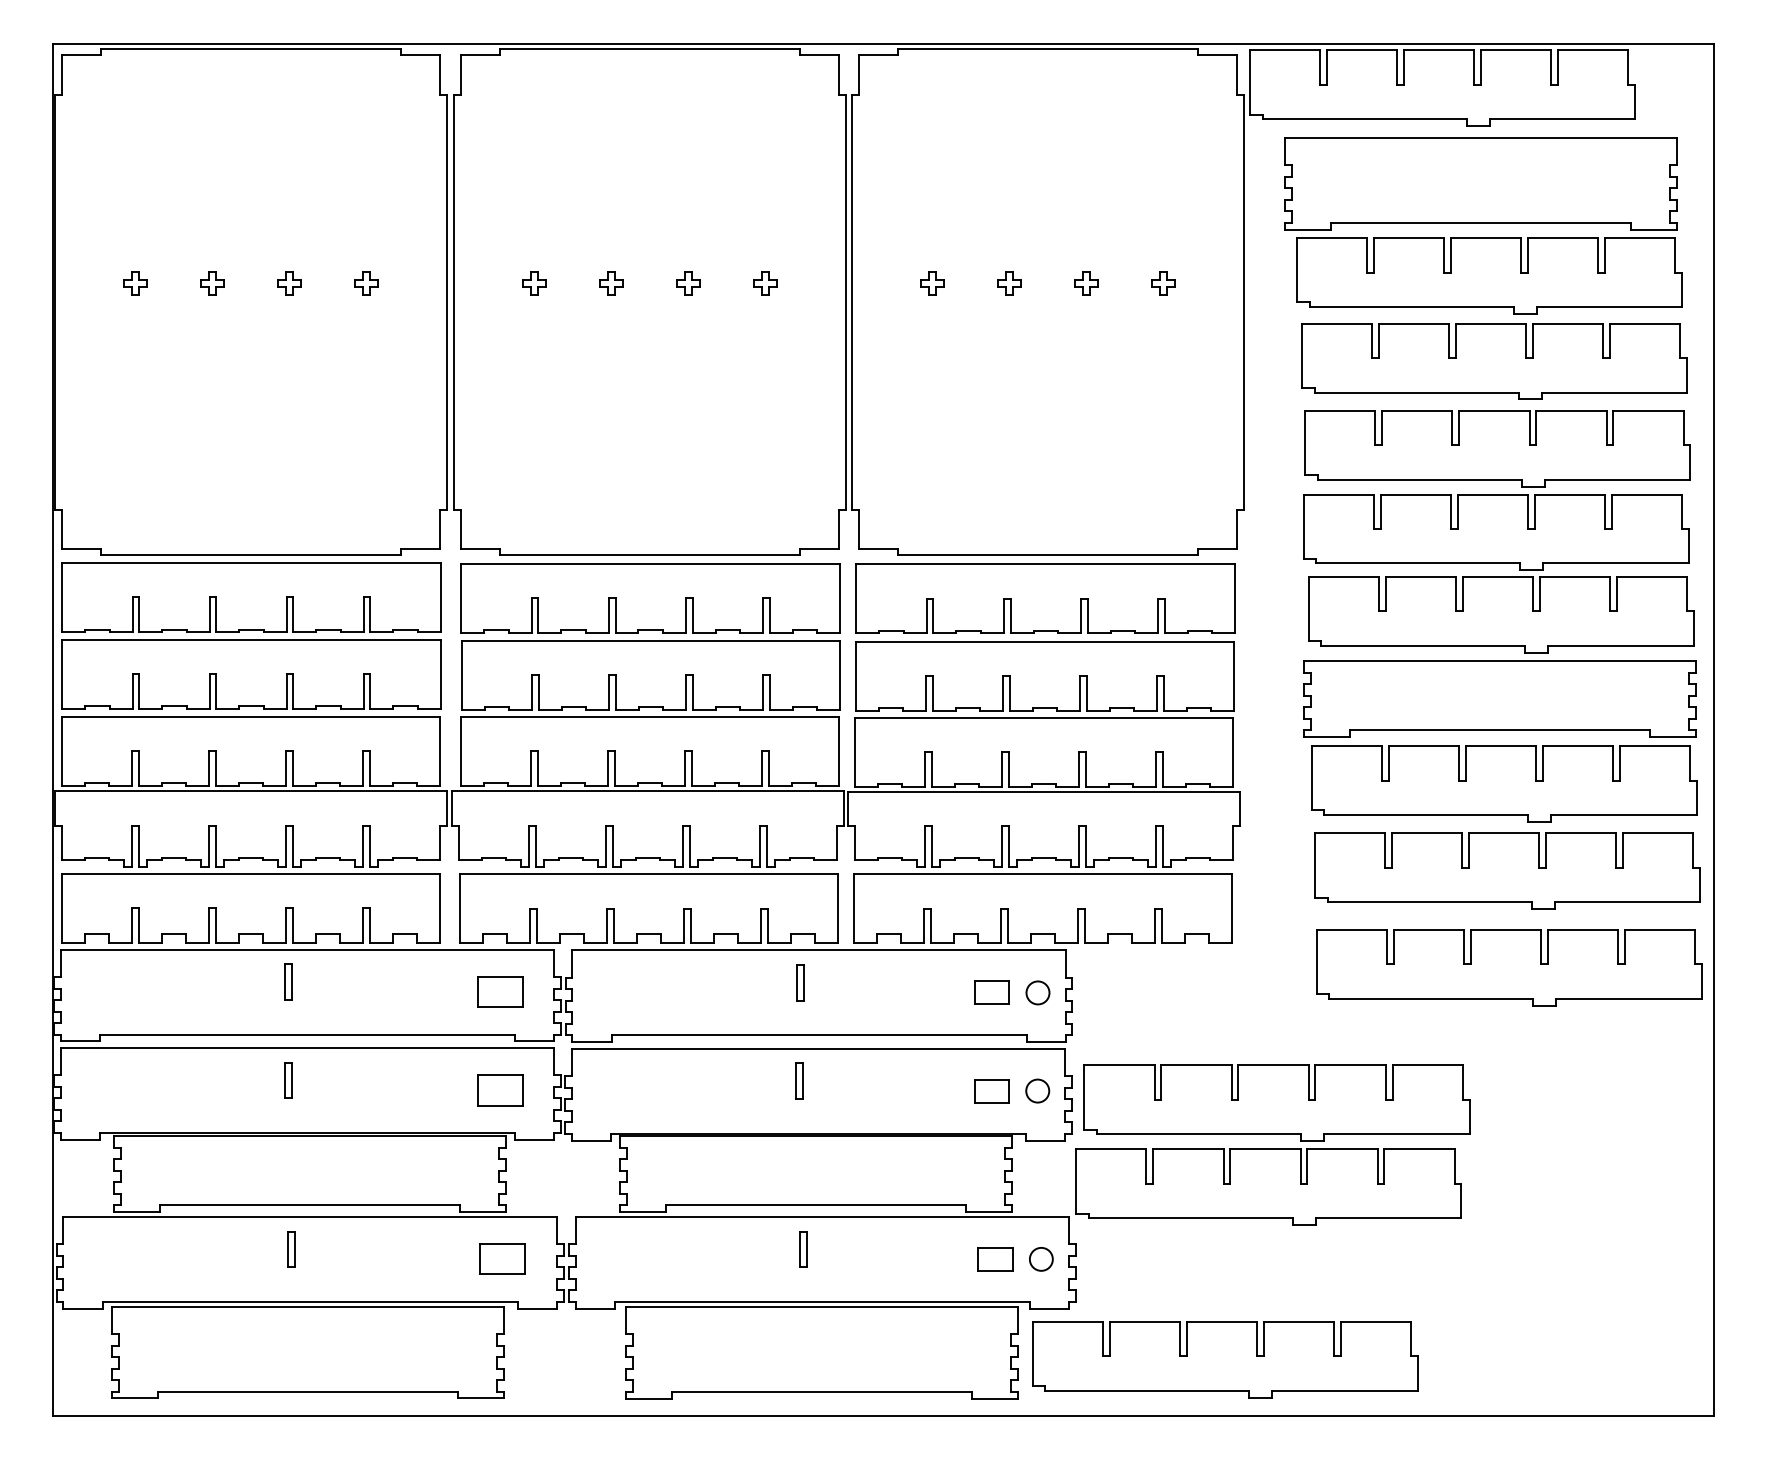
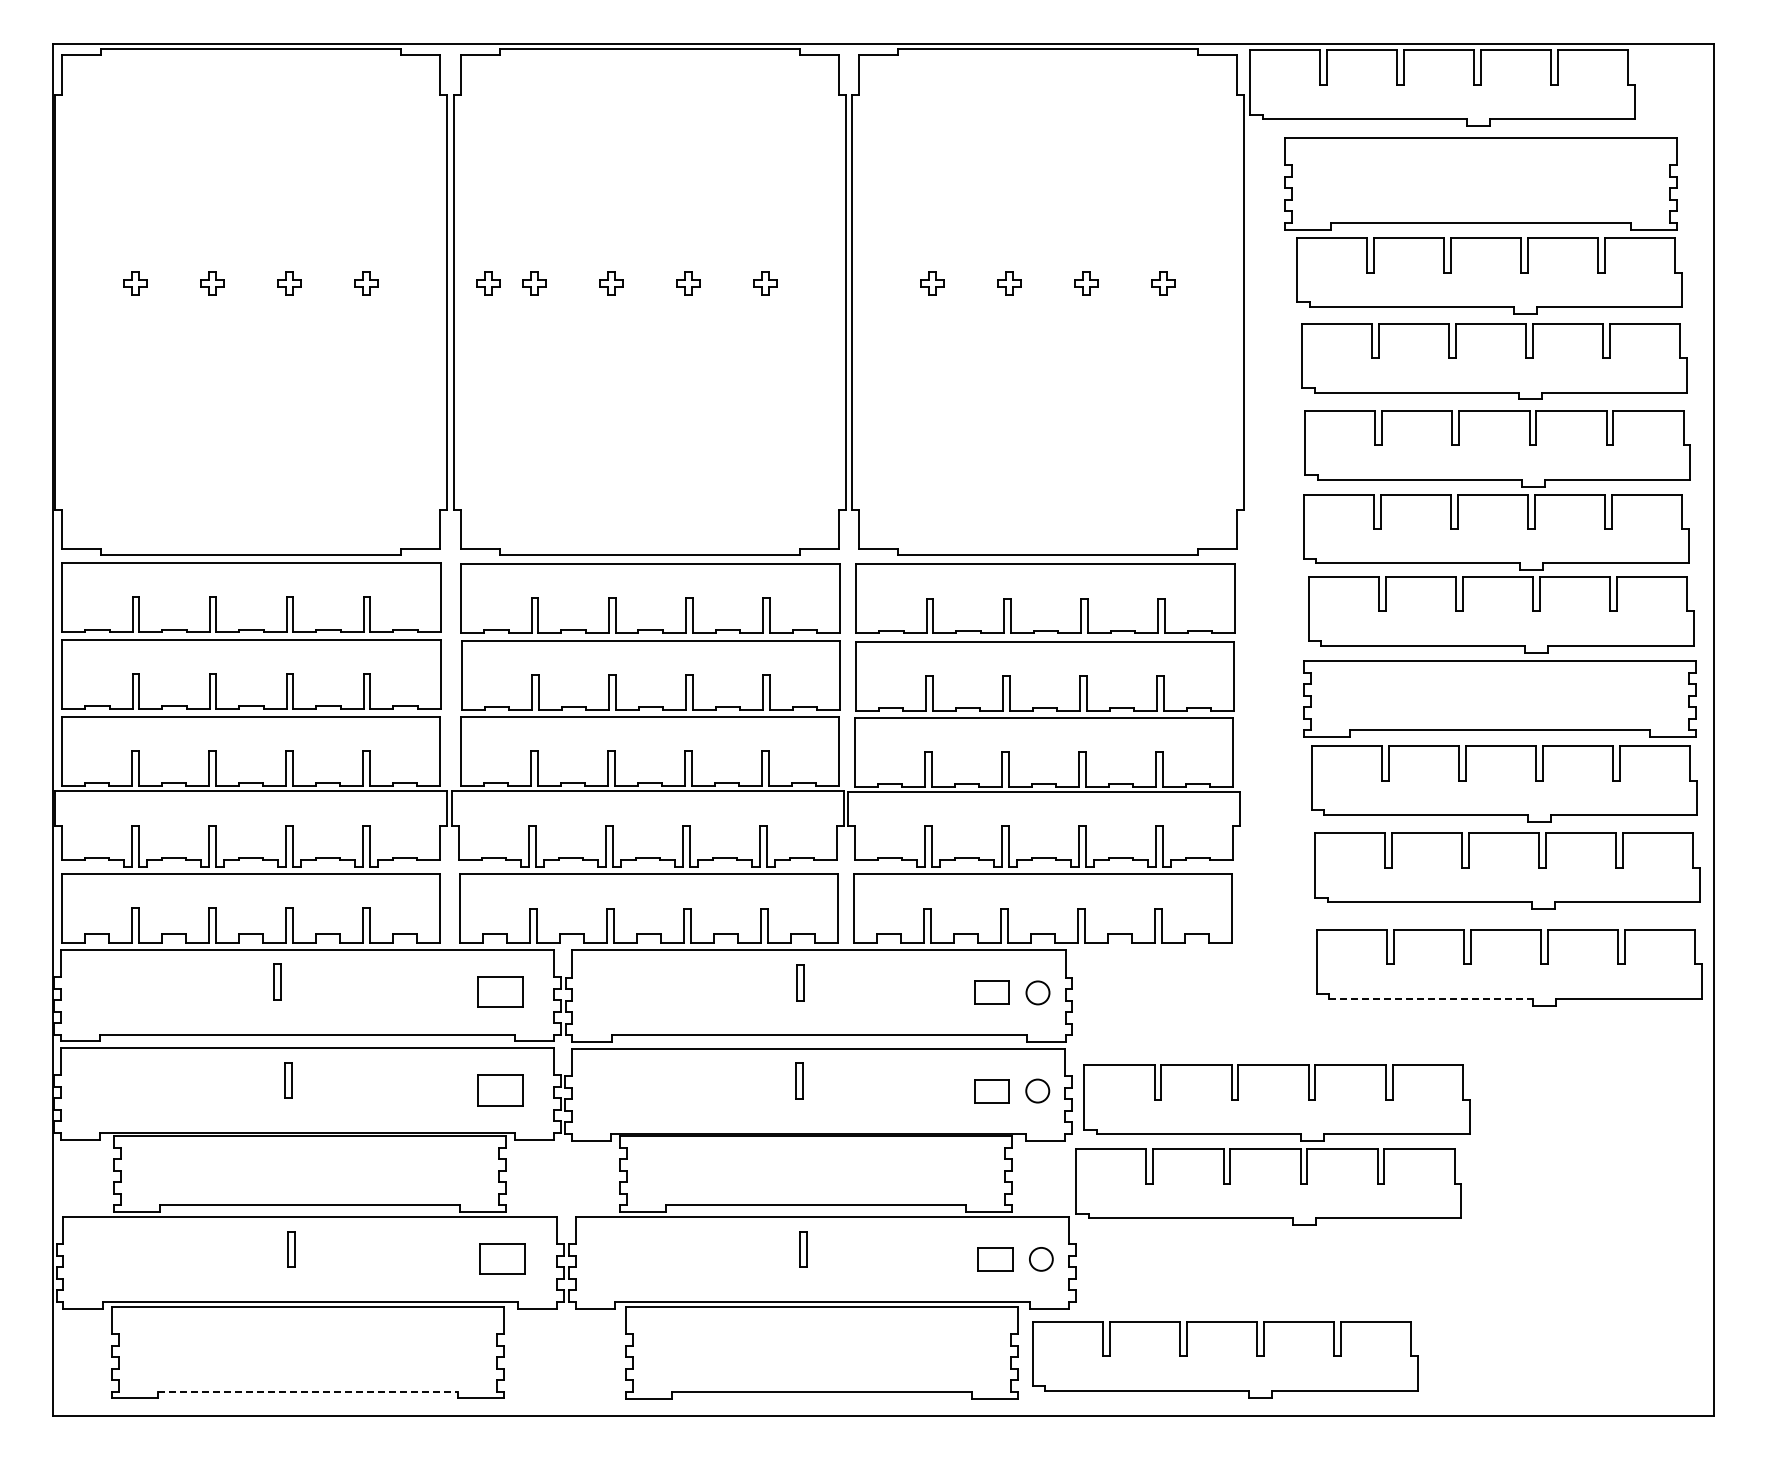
part at (488, 283): none -> present
part at (288, 981) position: (288, 981) -> (277, 981)
line at (1431, 998): solid -> dashed
line at (308, 1391): solid -> dashed
